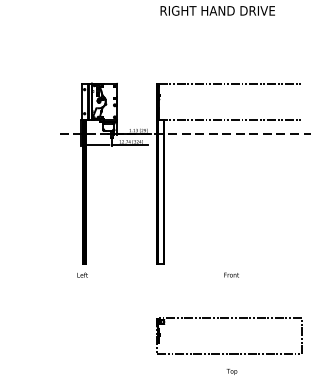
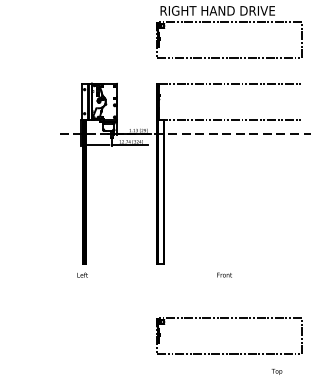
part at (228, 22): none -> present
text at (231, 274) position: (231, 274) -> (224, 274)
text at (231, 371) position: (231, 371) -> (276, 371)
